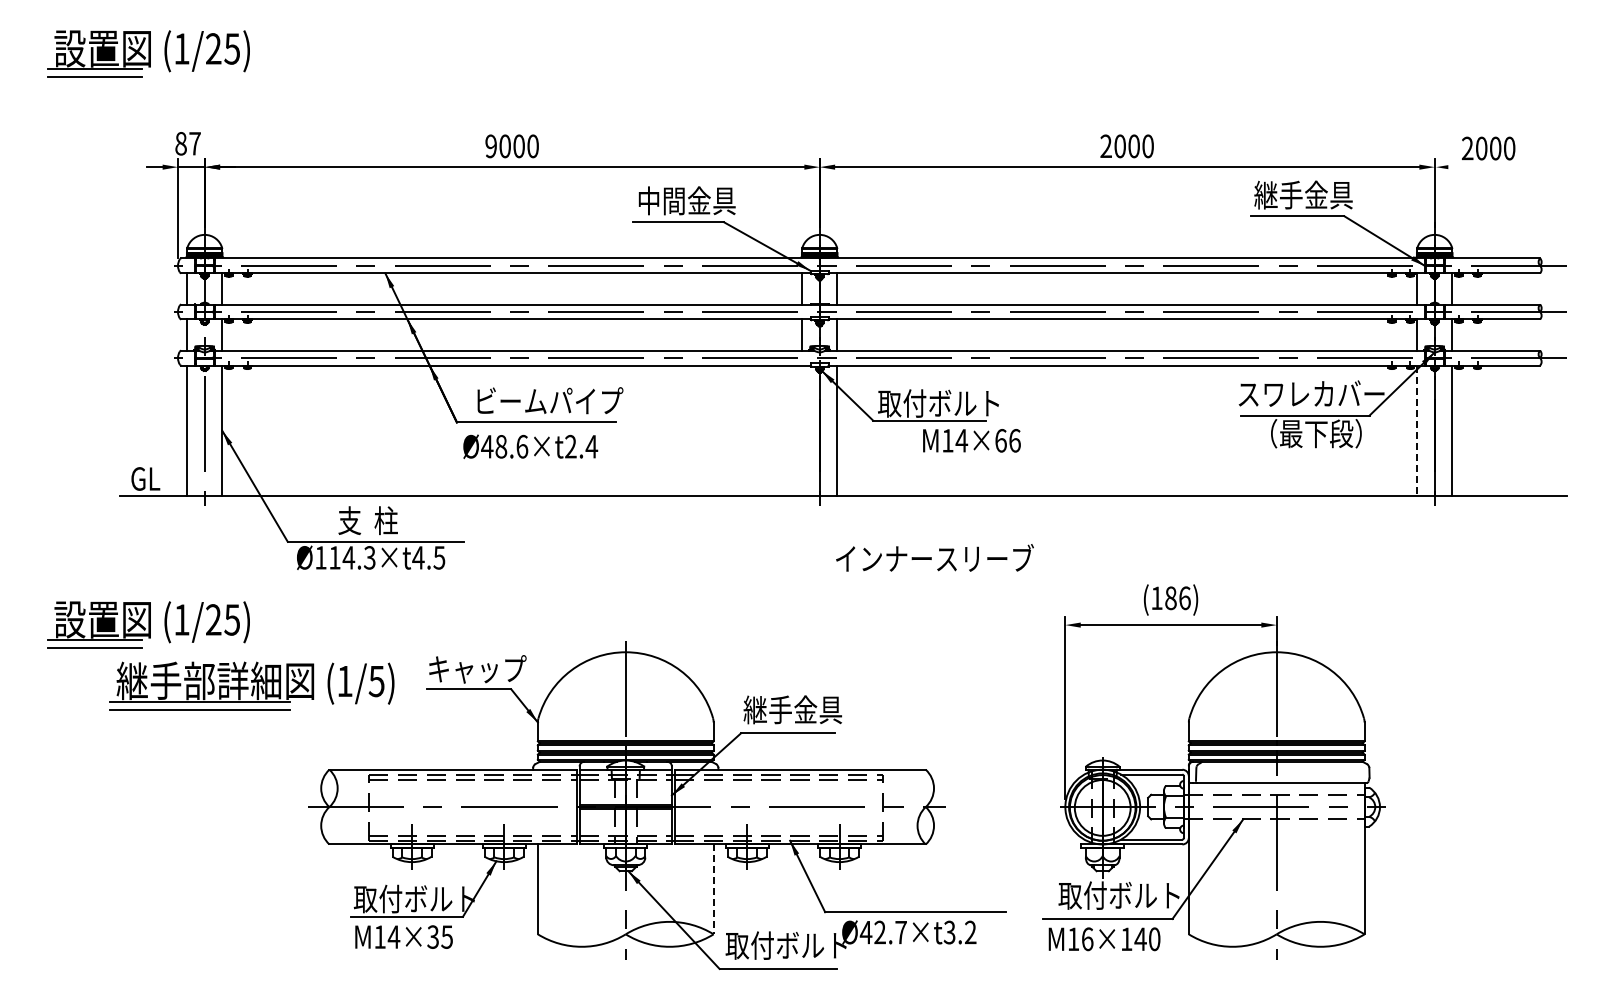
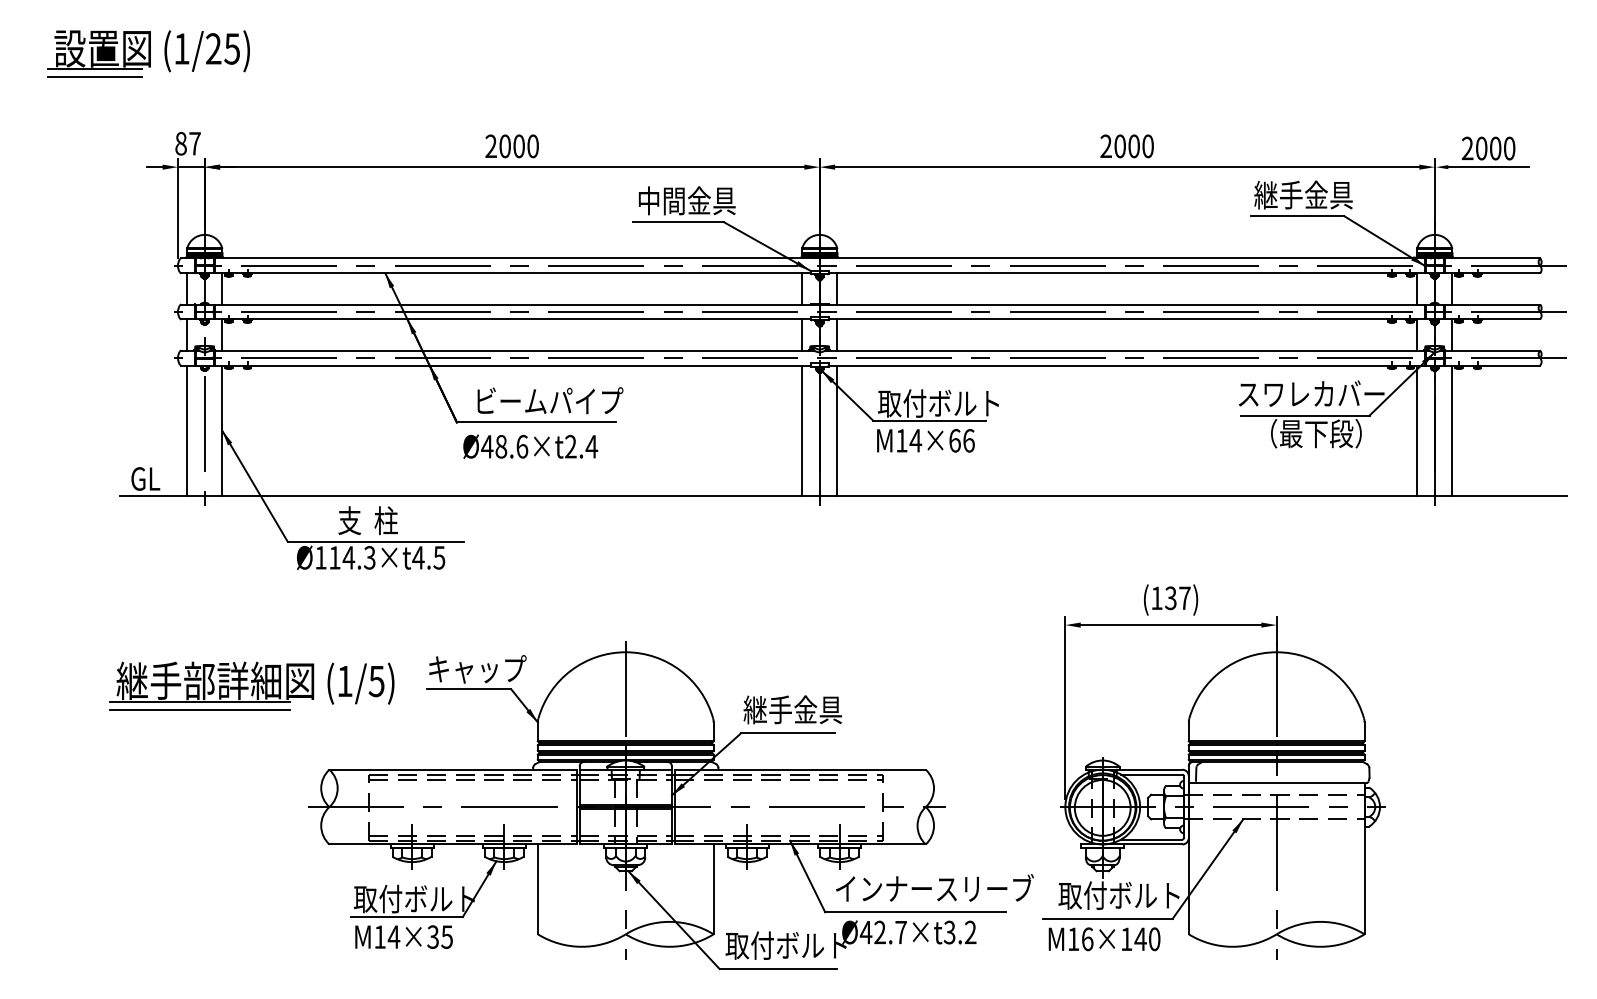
text at (490, 146): 9000 -> 2000
line at (1488, 167): none -> present
line at (802, 430): none -> present
line at (1417, 431): dashed -> solid
text at (971, 440) position: (971, 440) -> (925, 440)
text at (934, 557) position: (934, 557) -> (934, 887)
text at (1177, 598): (186) -> (137)
part at (148, 624): present -> none
line at (713, 889): dashed -> solid
